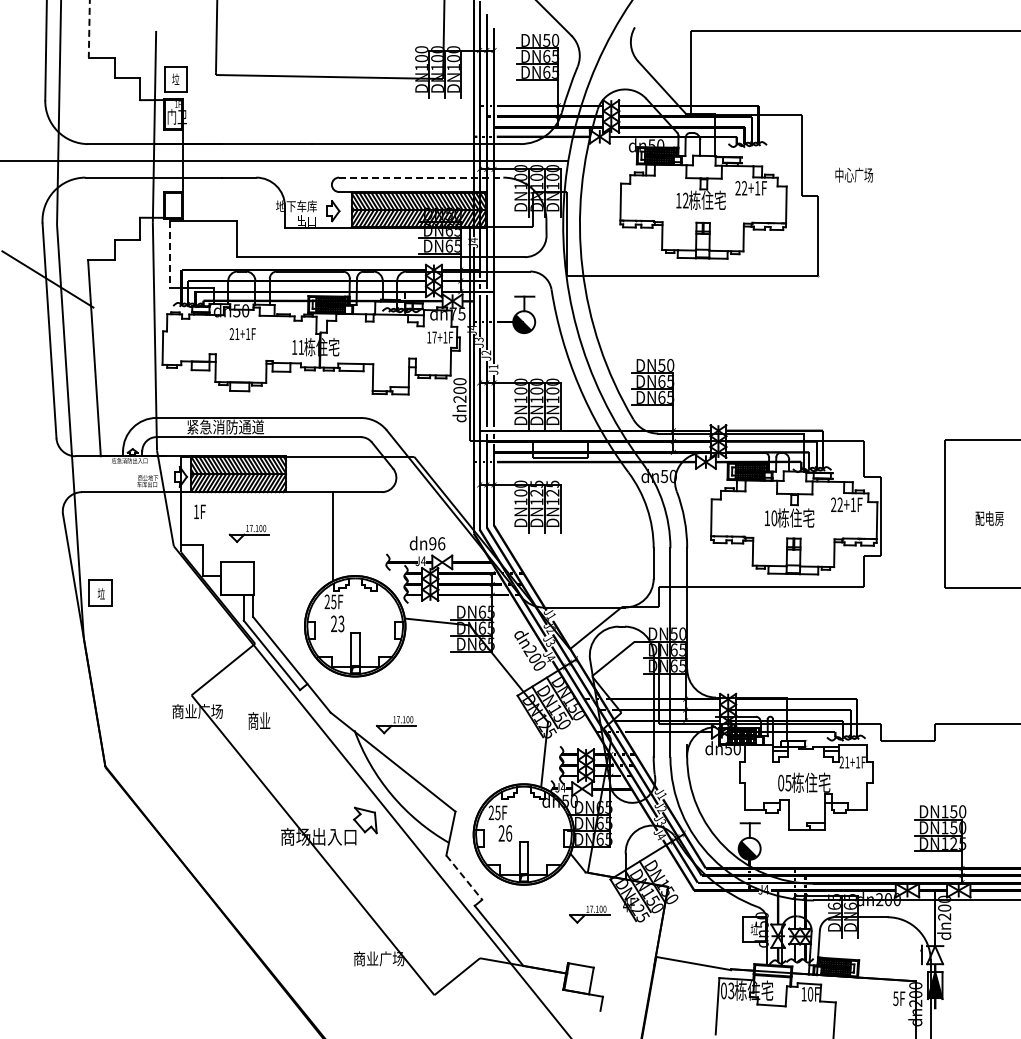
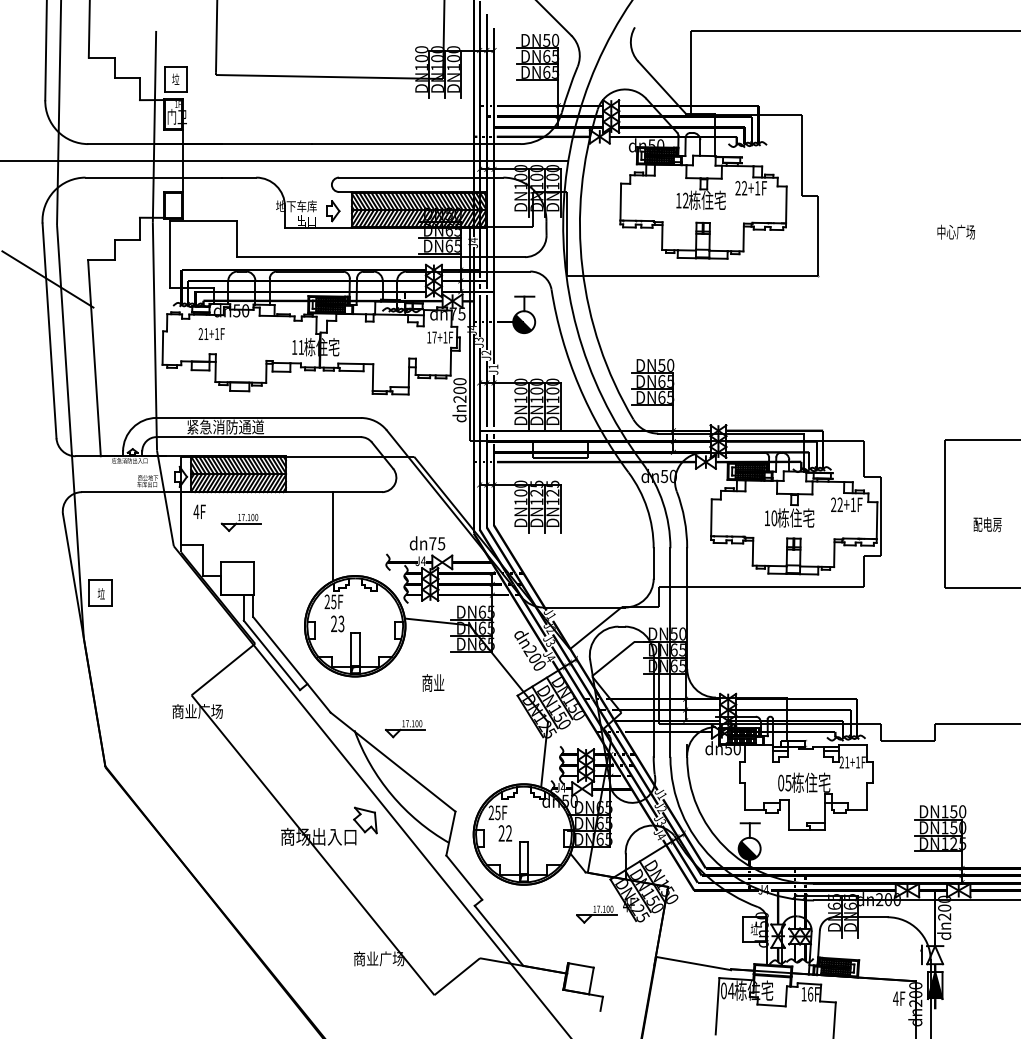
line at (89, 29): dashed -> solid
text at (854, 174) position: (854, 174) -> (956, 231)
line at (421, 177): dashed -> solid
line at (169, 254): dashed -> solid
text at (242, 333) position: (242, 333) -> (211, 333)
text at (196, 511): 1F -> 4F
text at (989, 518) position: (989, 518) -> (987, 524)
part at (248, 533) position: (248, 533) -> (240, 522)
text at (437, 543): dn96 -> dn75
text at (259, 720) position: (259, 720) -> (433, 682)
part at (396, 725) position: (396, 725) -> (405, 729)
text at (509, 833): 26 -> 22
line at (464, 878): dashed -> solid
part at (589, 914) position: (589, 914) -> (596, 914)
text at (731, 990): 03 -> 04
text at (810, 994): 10F -> 16F
text at (895, 998): 5F -> 4F
